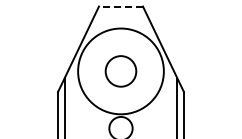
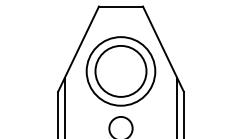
line at (121, 6): dashed -> solid
circle at (120, 71) diameter: 31 px -> 51 px
circle at (120, 71) diameter: 86 px -> 69 px
